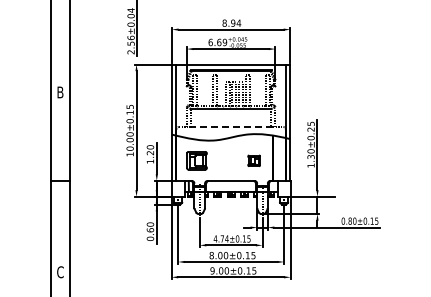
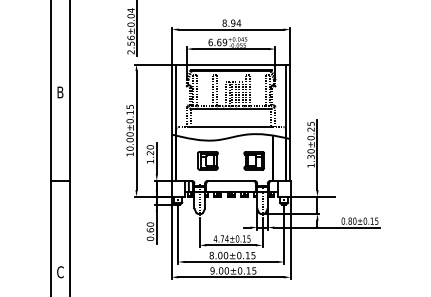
line at (231, 126): dashed -> solid
part at (196, 160) position: (196, 160) -> (207, 160)
part at (253, 160) size: 14x13 px -> 22x20 px
